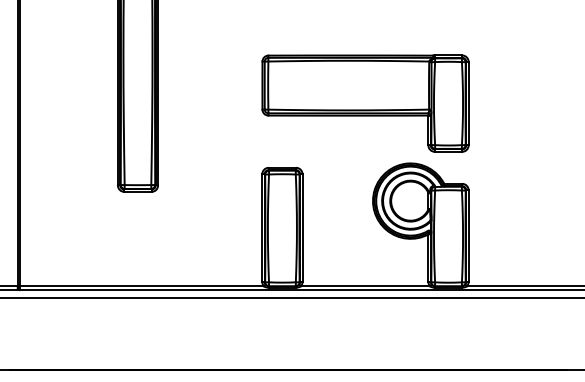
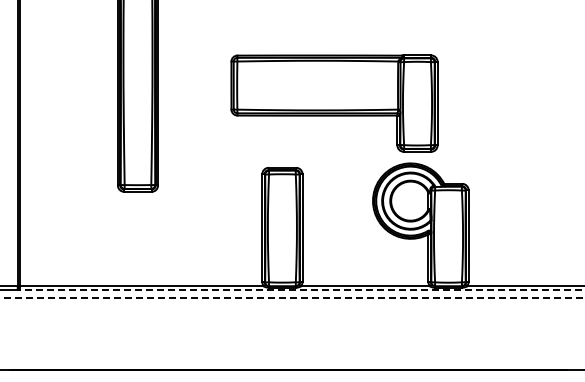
part at (365, 103) position: (365, 103) -> (334, 103)
line at (302, 290): solid -> dashed
line at (292, 298): solid -> dashed
